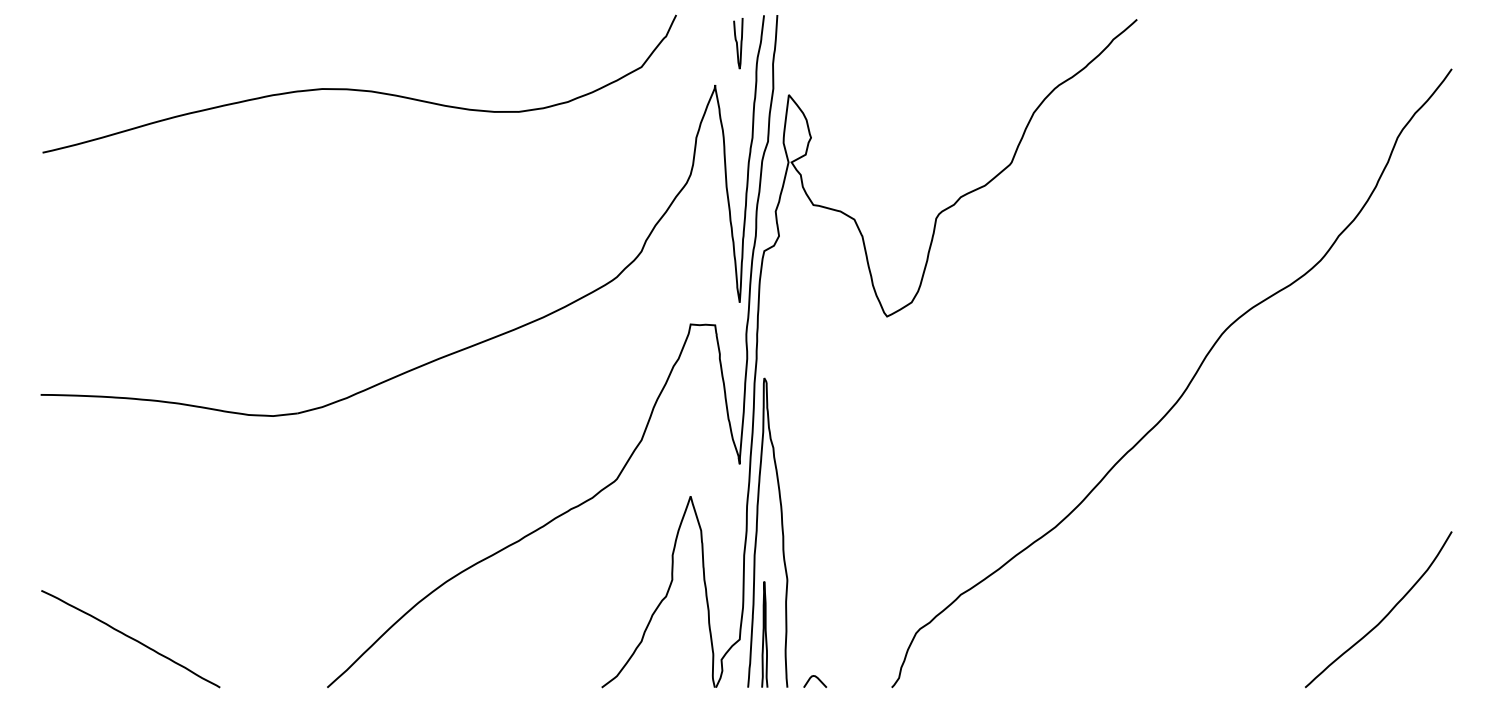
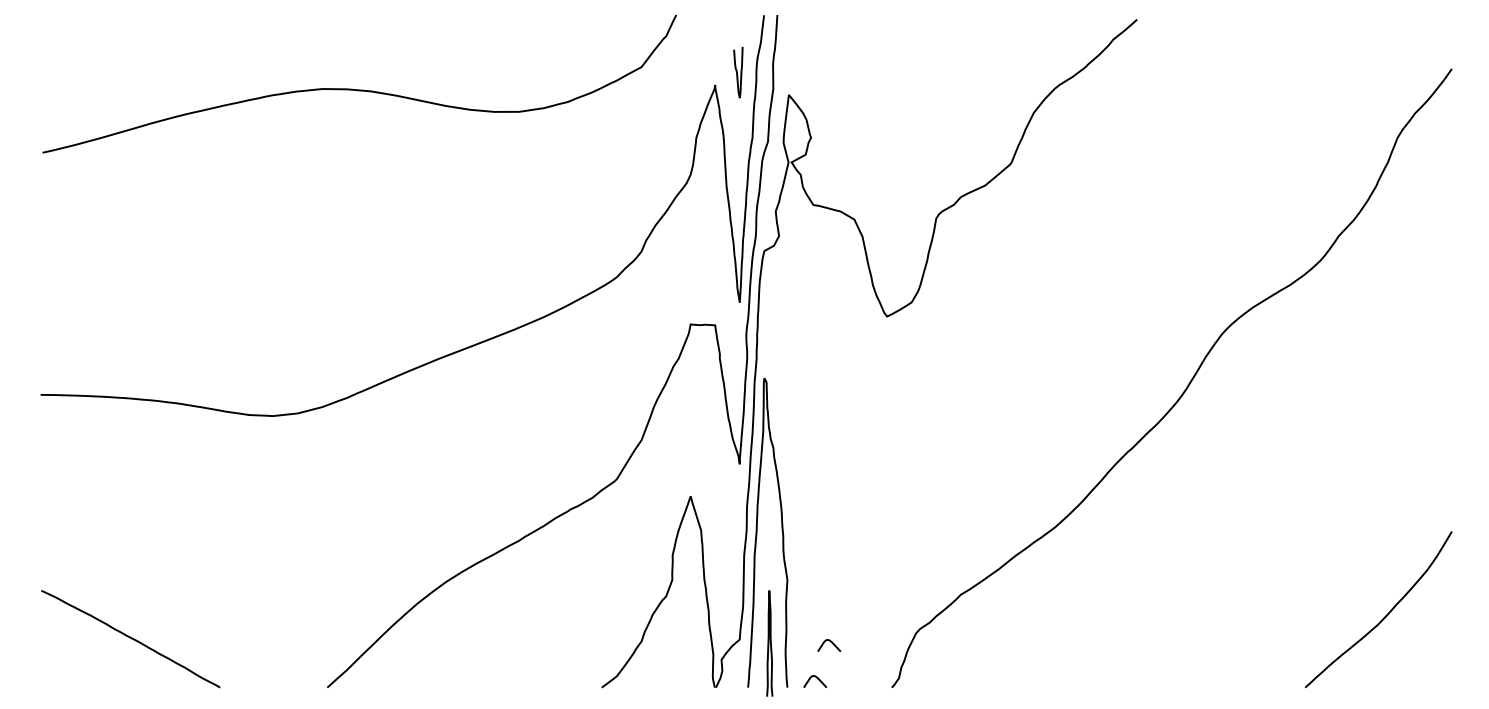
curve at (737, 43) position: (737, 43) -> (737, 72)
curve at (764, 634) position: (764, 634) -> (769, 643)
curve at (831, 643): none -> present
